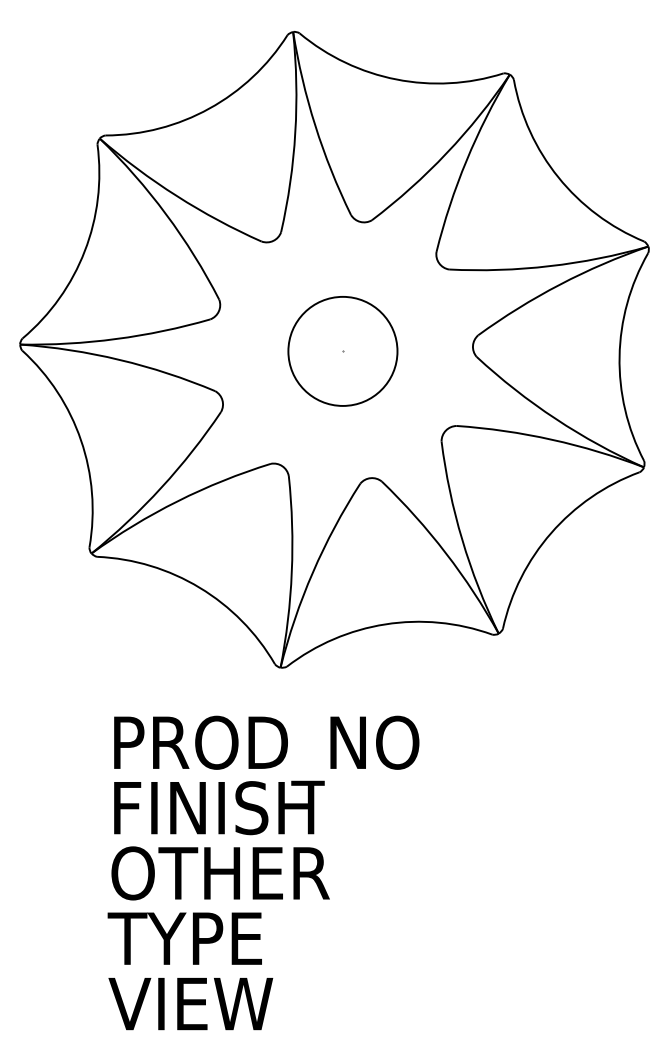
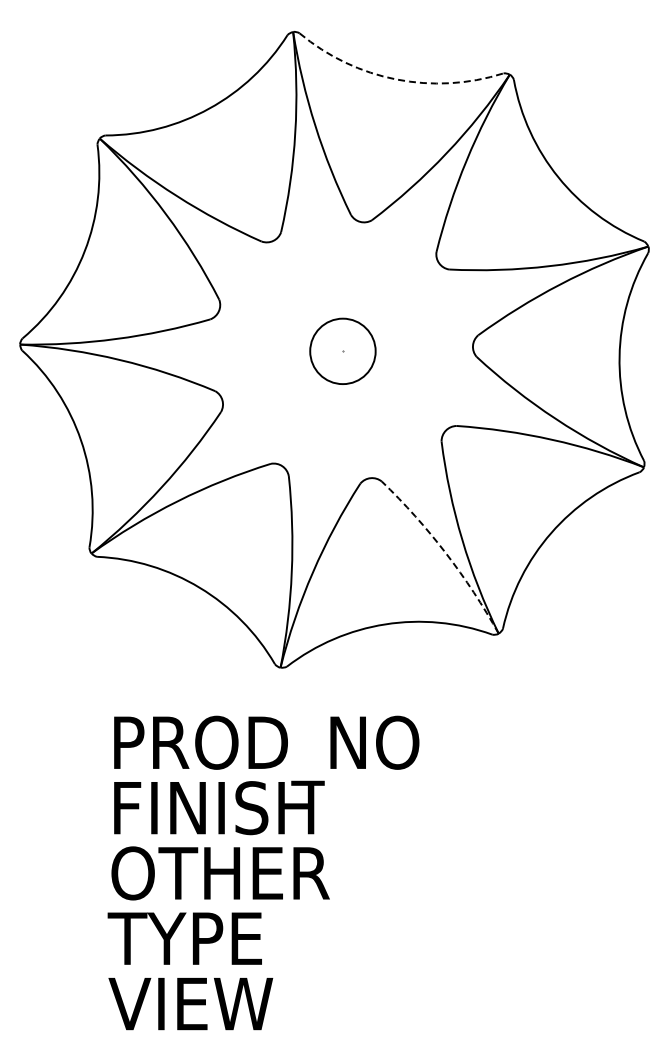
arc at (396, 79): solid -> dashed
circle at (342, 350) diameter: 109 px -> 65 px
arc at (445, 553): solid -> dashed
